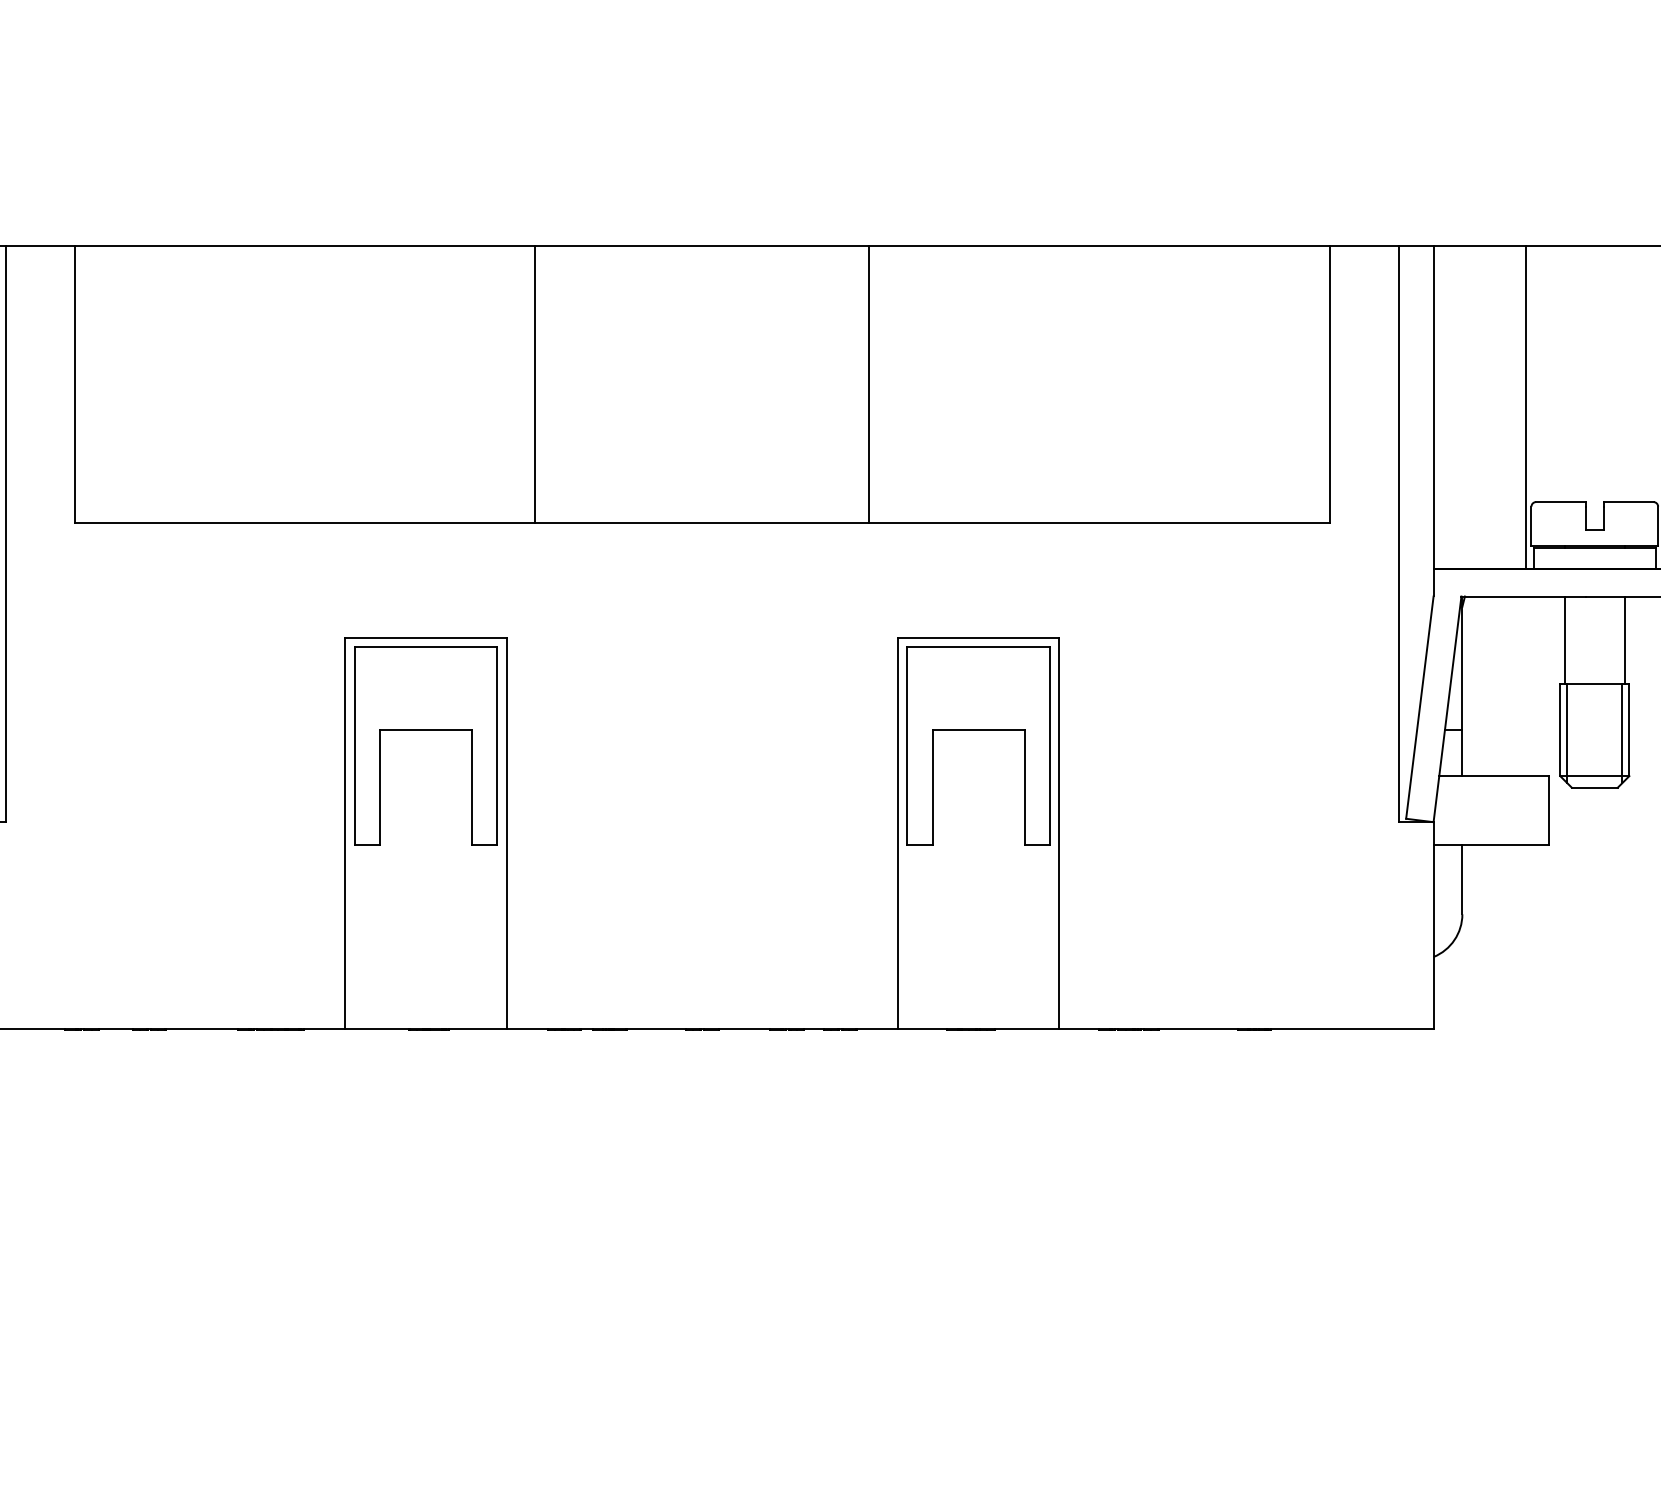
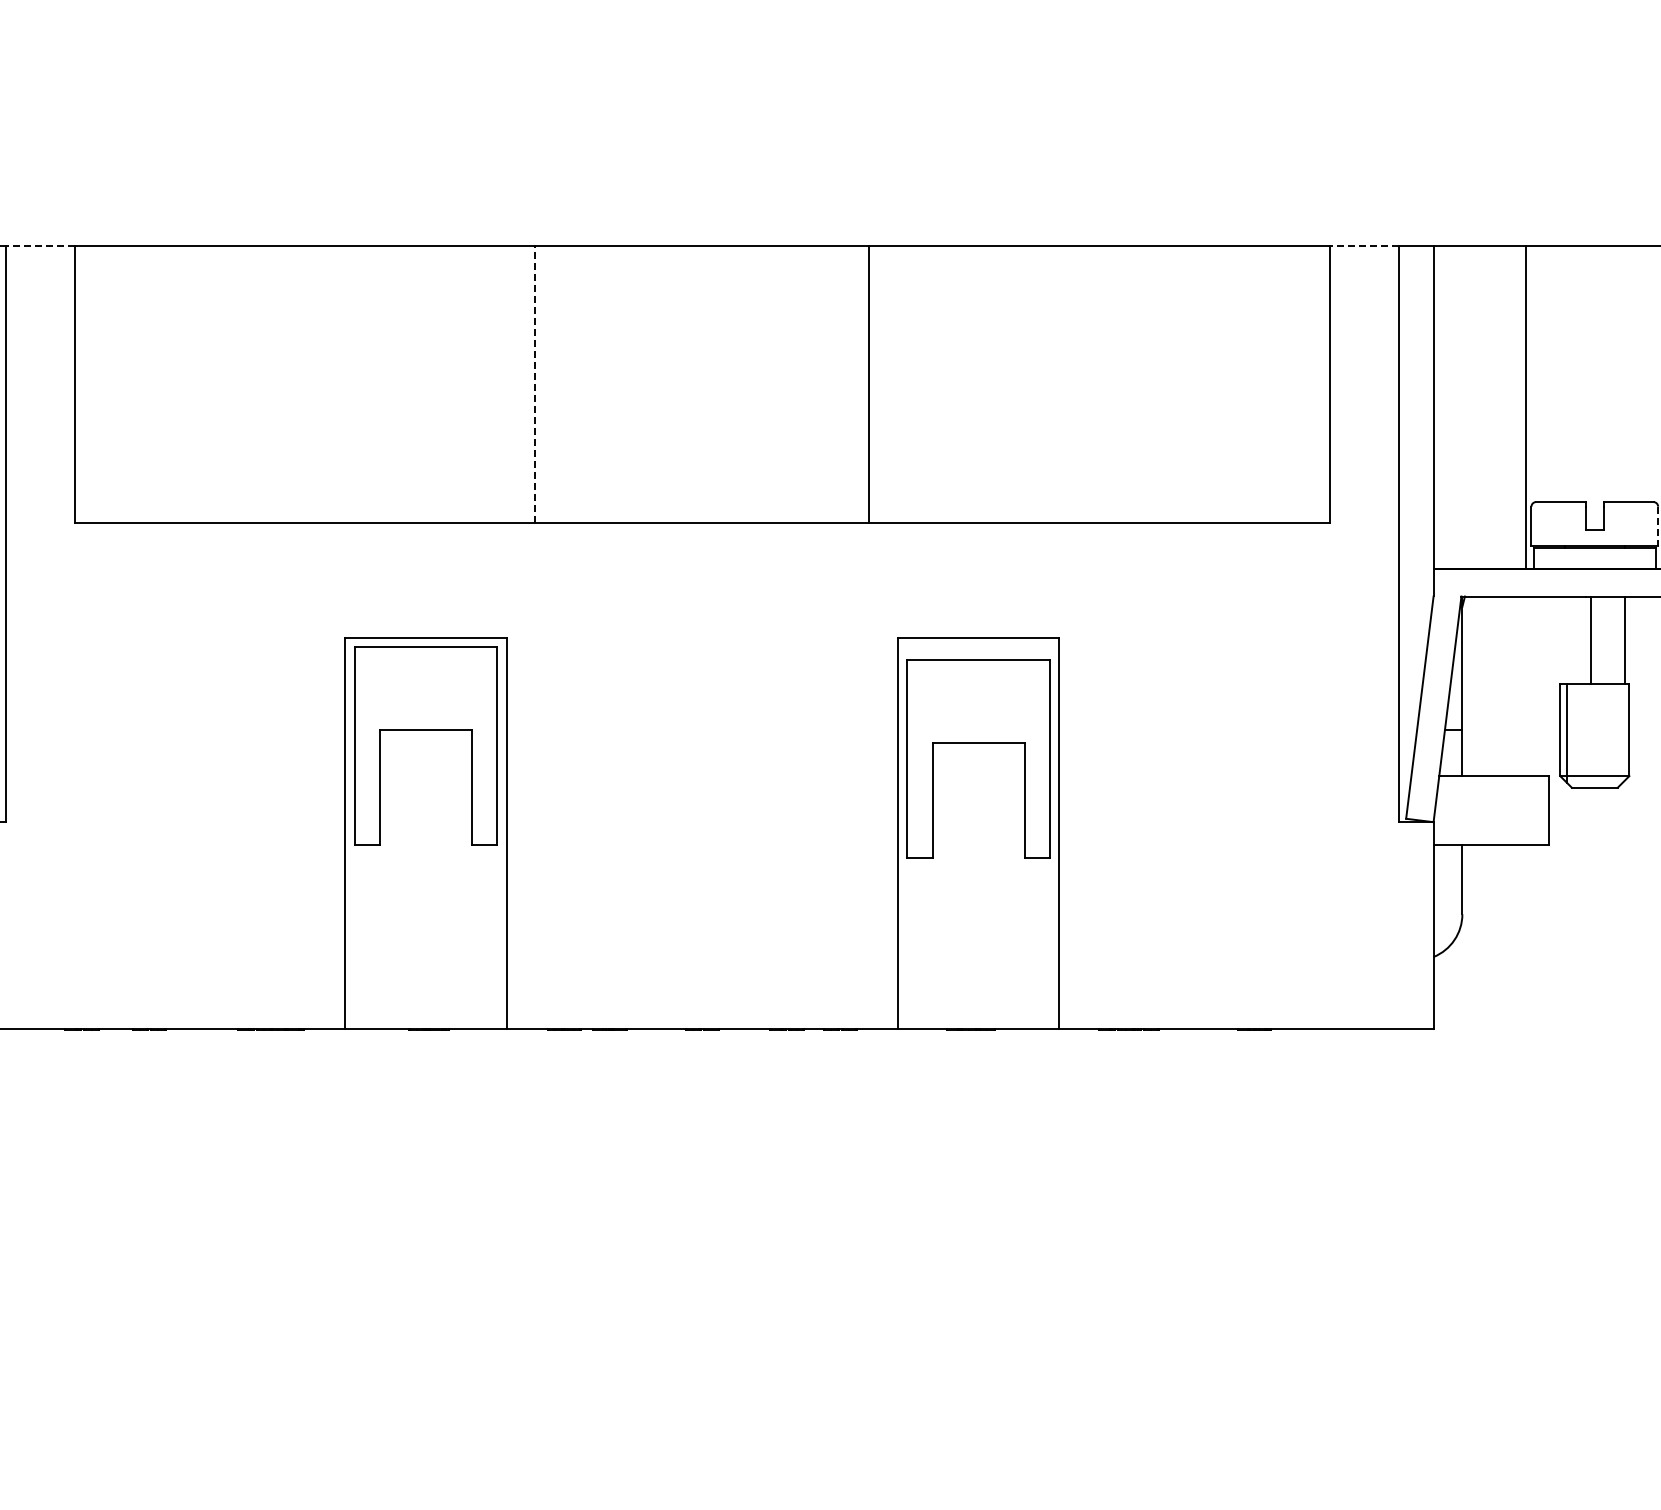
line at (40, 246): solid -> dashed
line at (1364, 246): solid -> dashed
line at (535, 384): solid -> dashed
line at (1658, 526): solid -> dashed
line at (1564, 640) position: (1564, 640) -> (1590, 640)
part at (978, 730) position: (978, 730) -> (978, 743)
line at (1622, 733): present -> none
